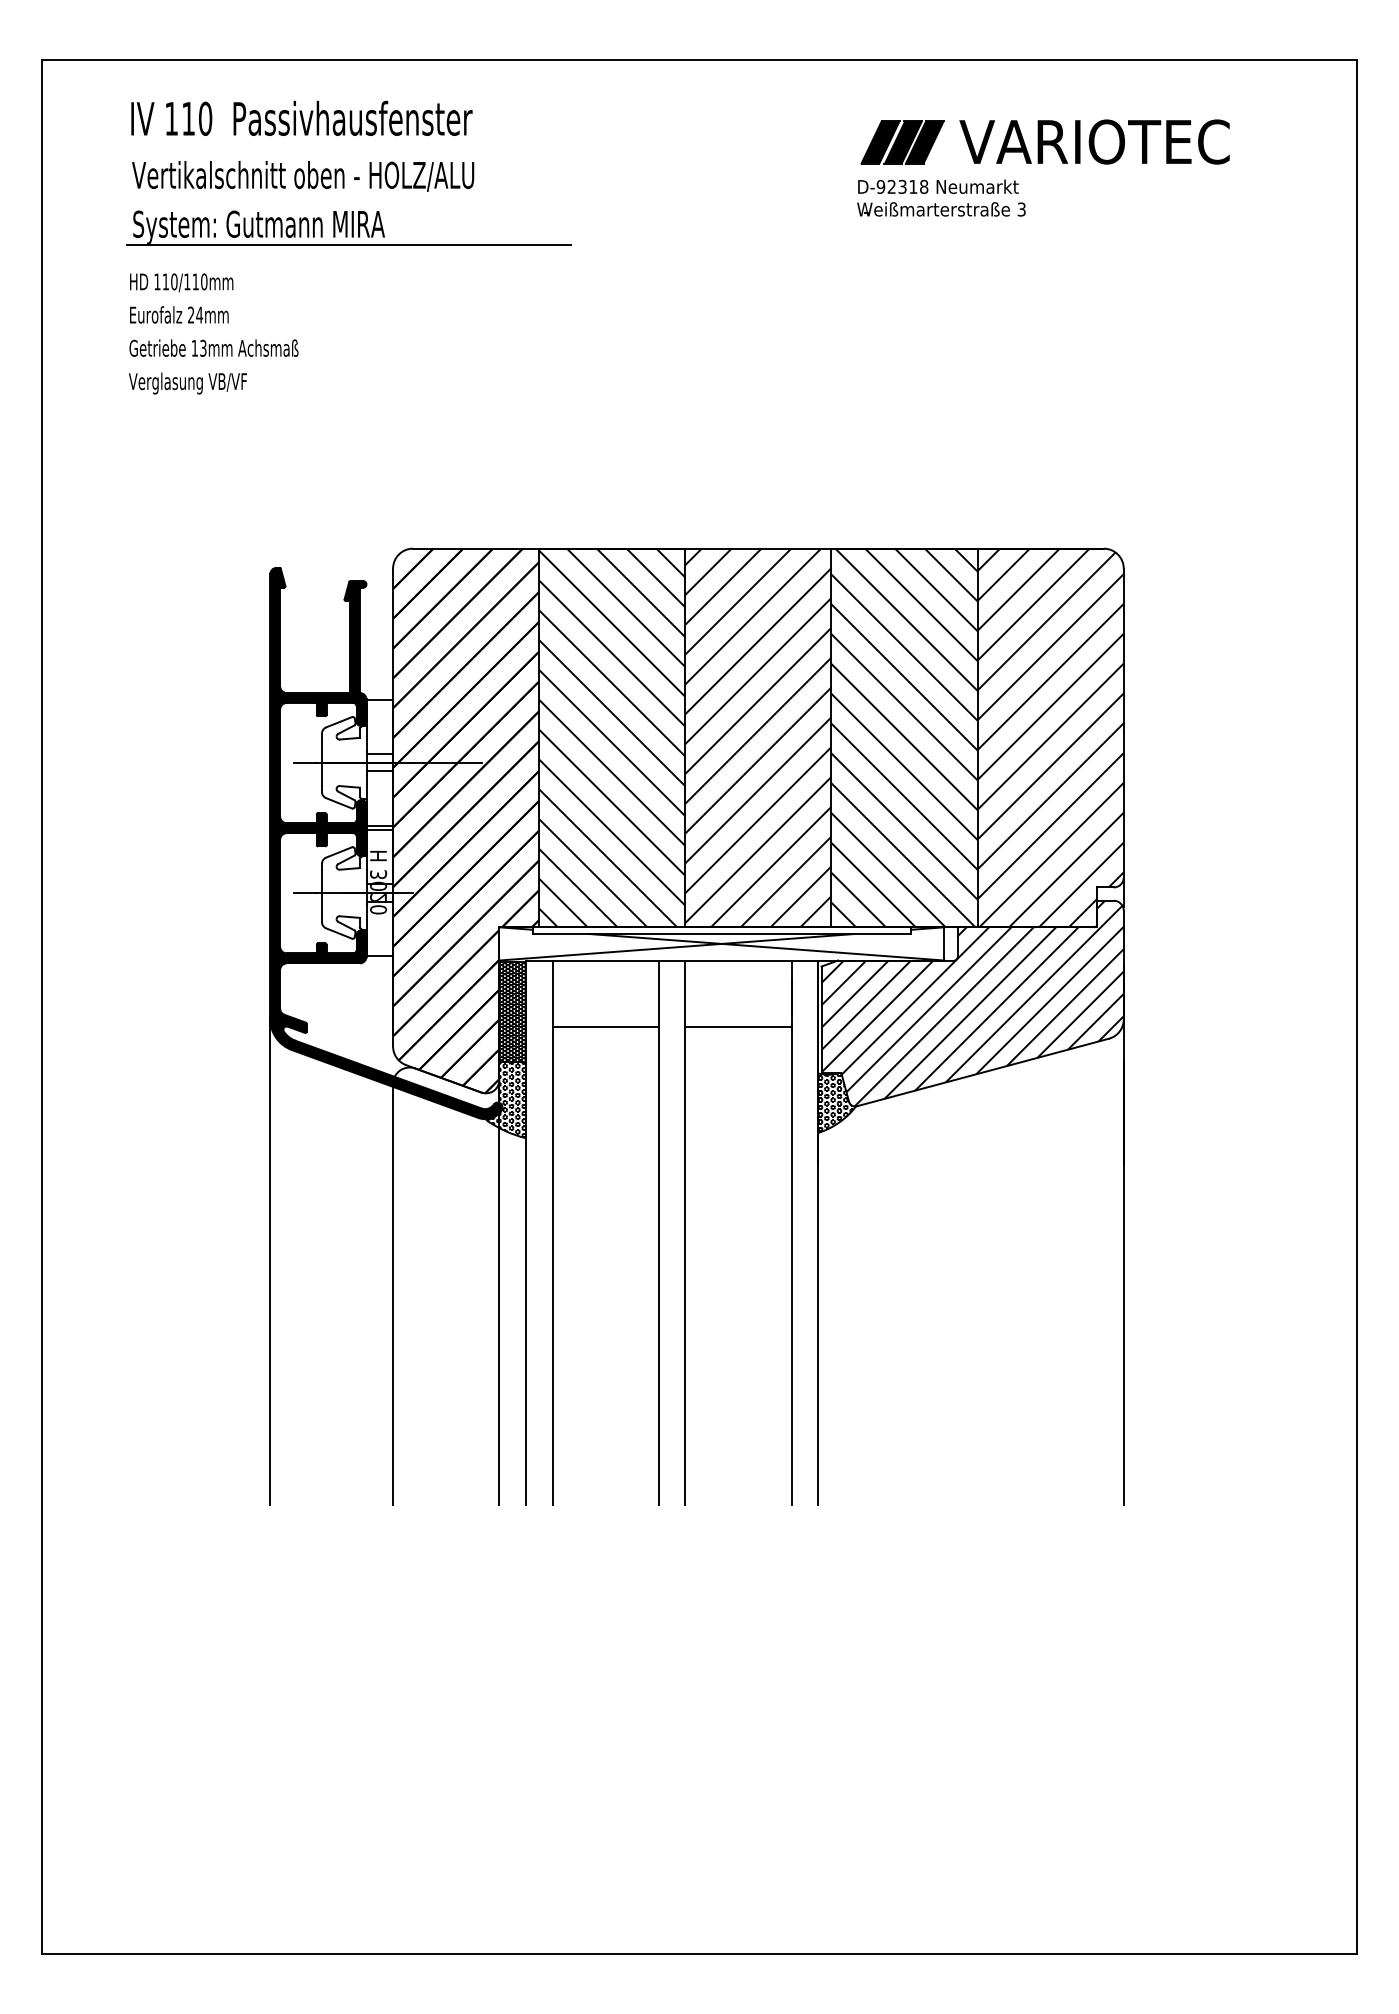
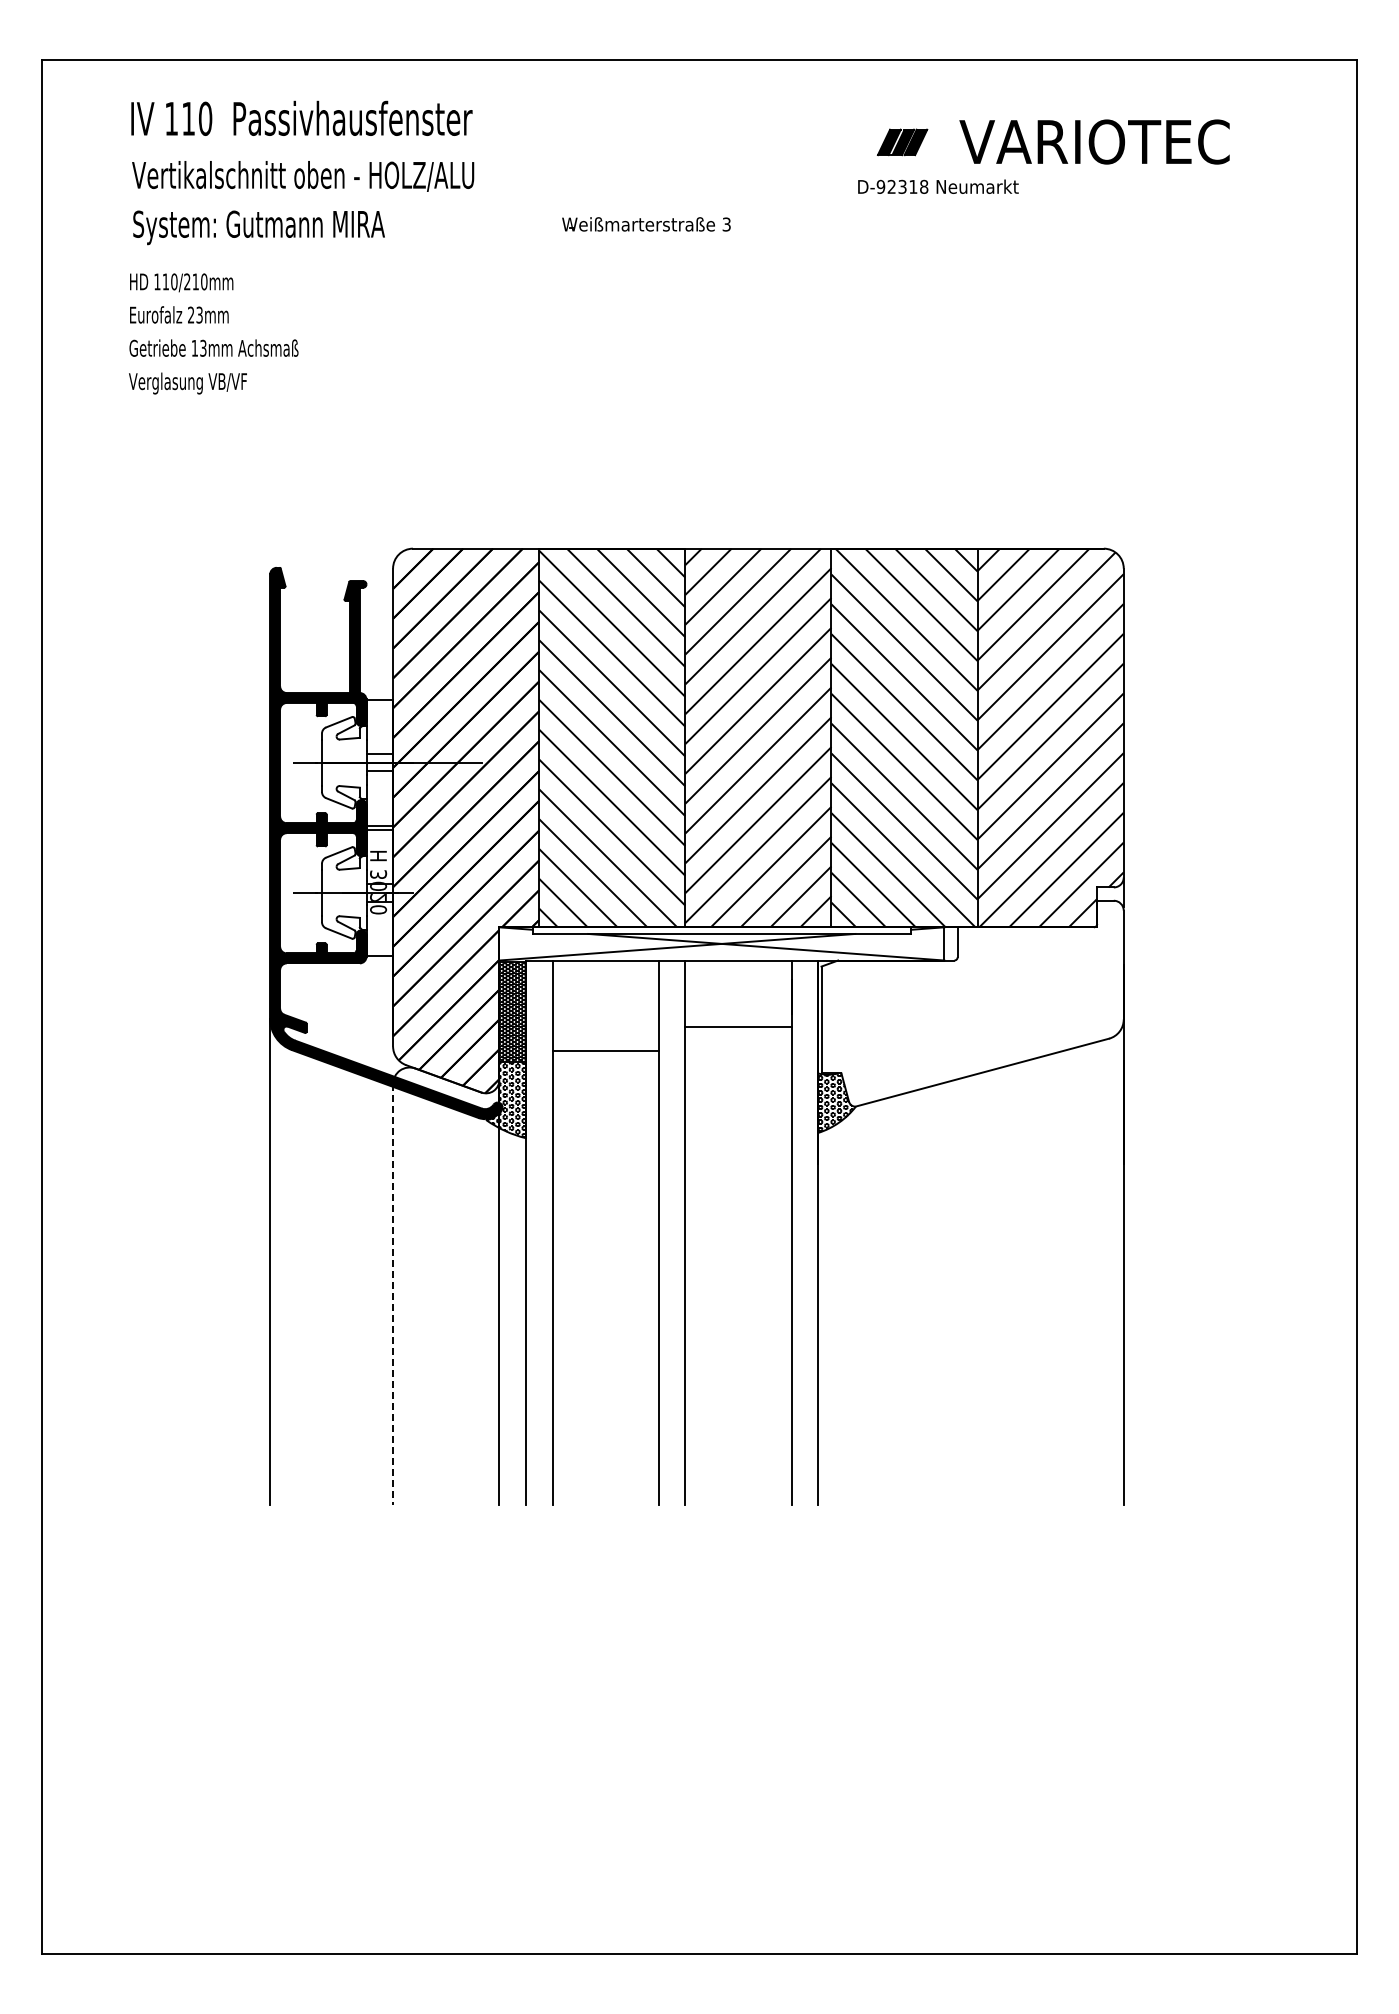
part at (902, 142) size: 85x45 px -> 53x29 px
part at (941, 209) position: (941, 209) -> (646, 224)
line at (348, 245): present -> none
text at (187, 281): 110/110mm -> 110/210mm
text at (199, 314): 24mm -> 23mm
hatch at (972, 1003): present -> none
line at (605, 1026) position: (605, 1026) -> (605, 1050)
line at (393, 1294): solid -> dashed
